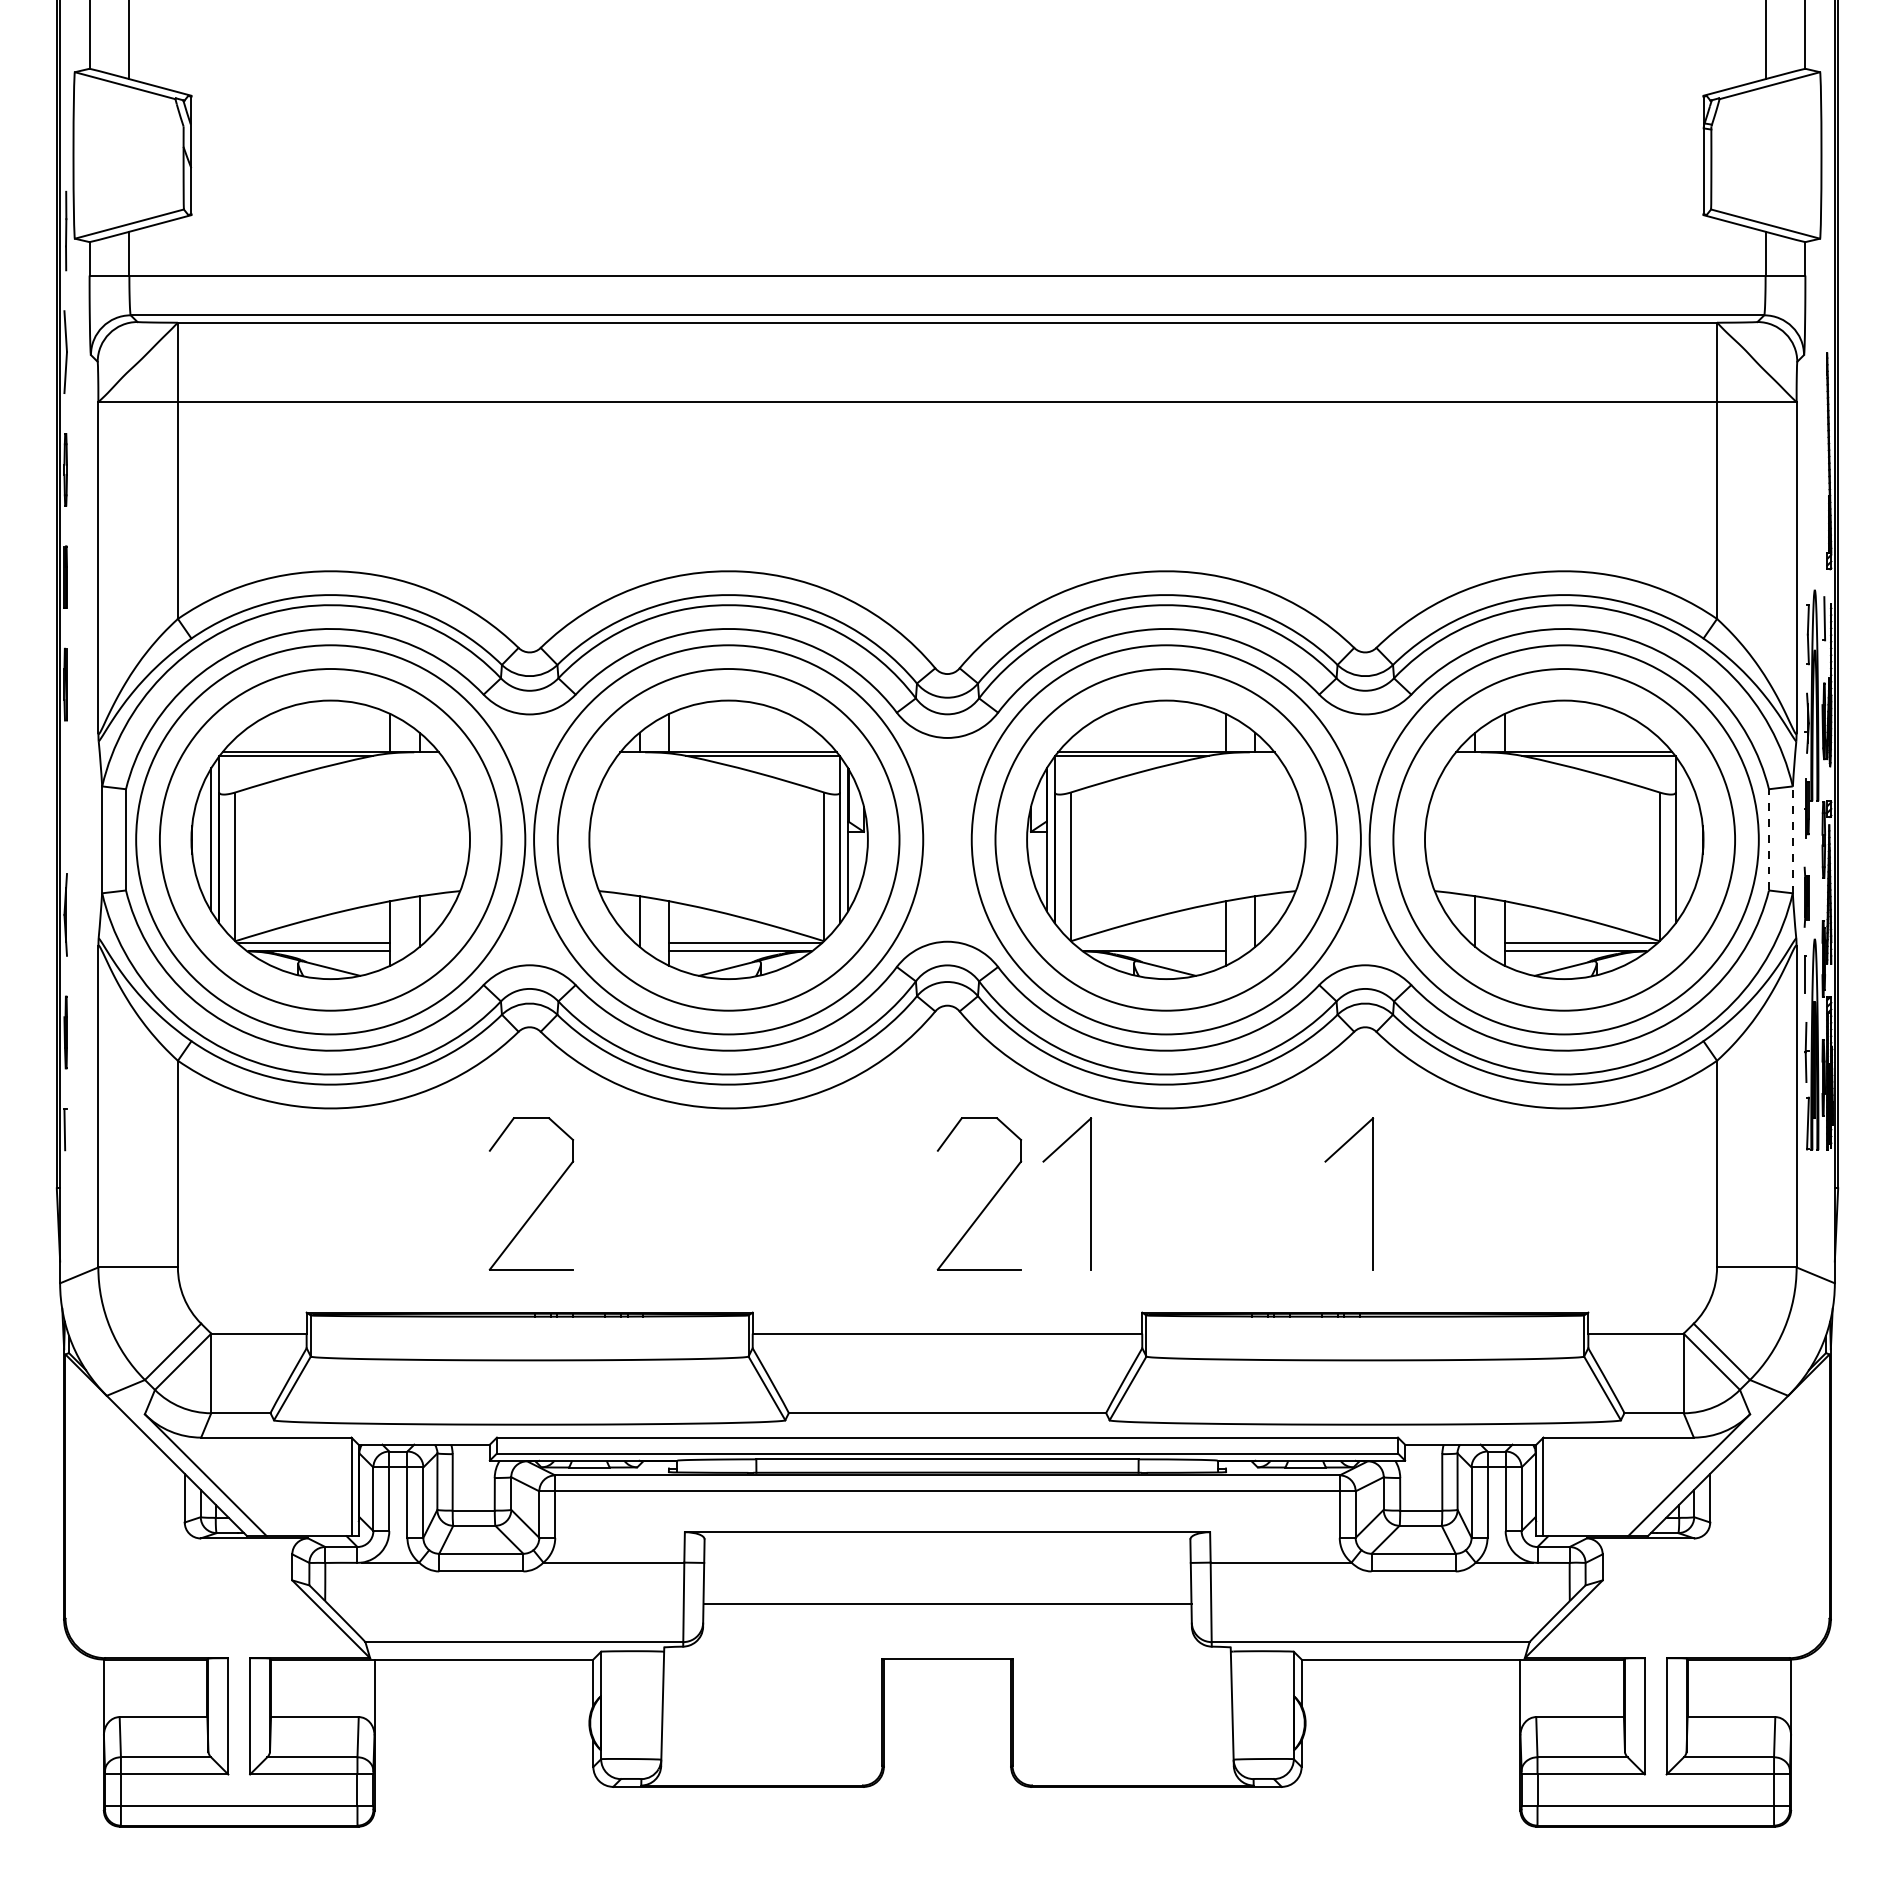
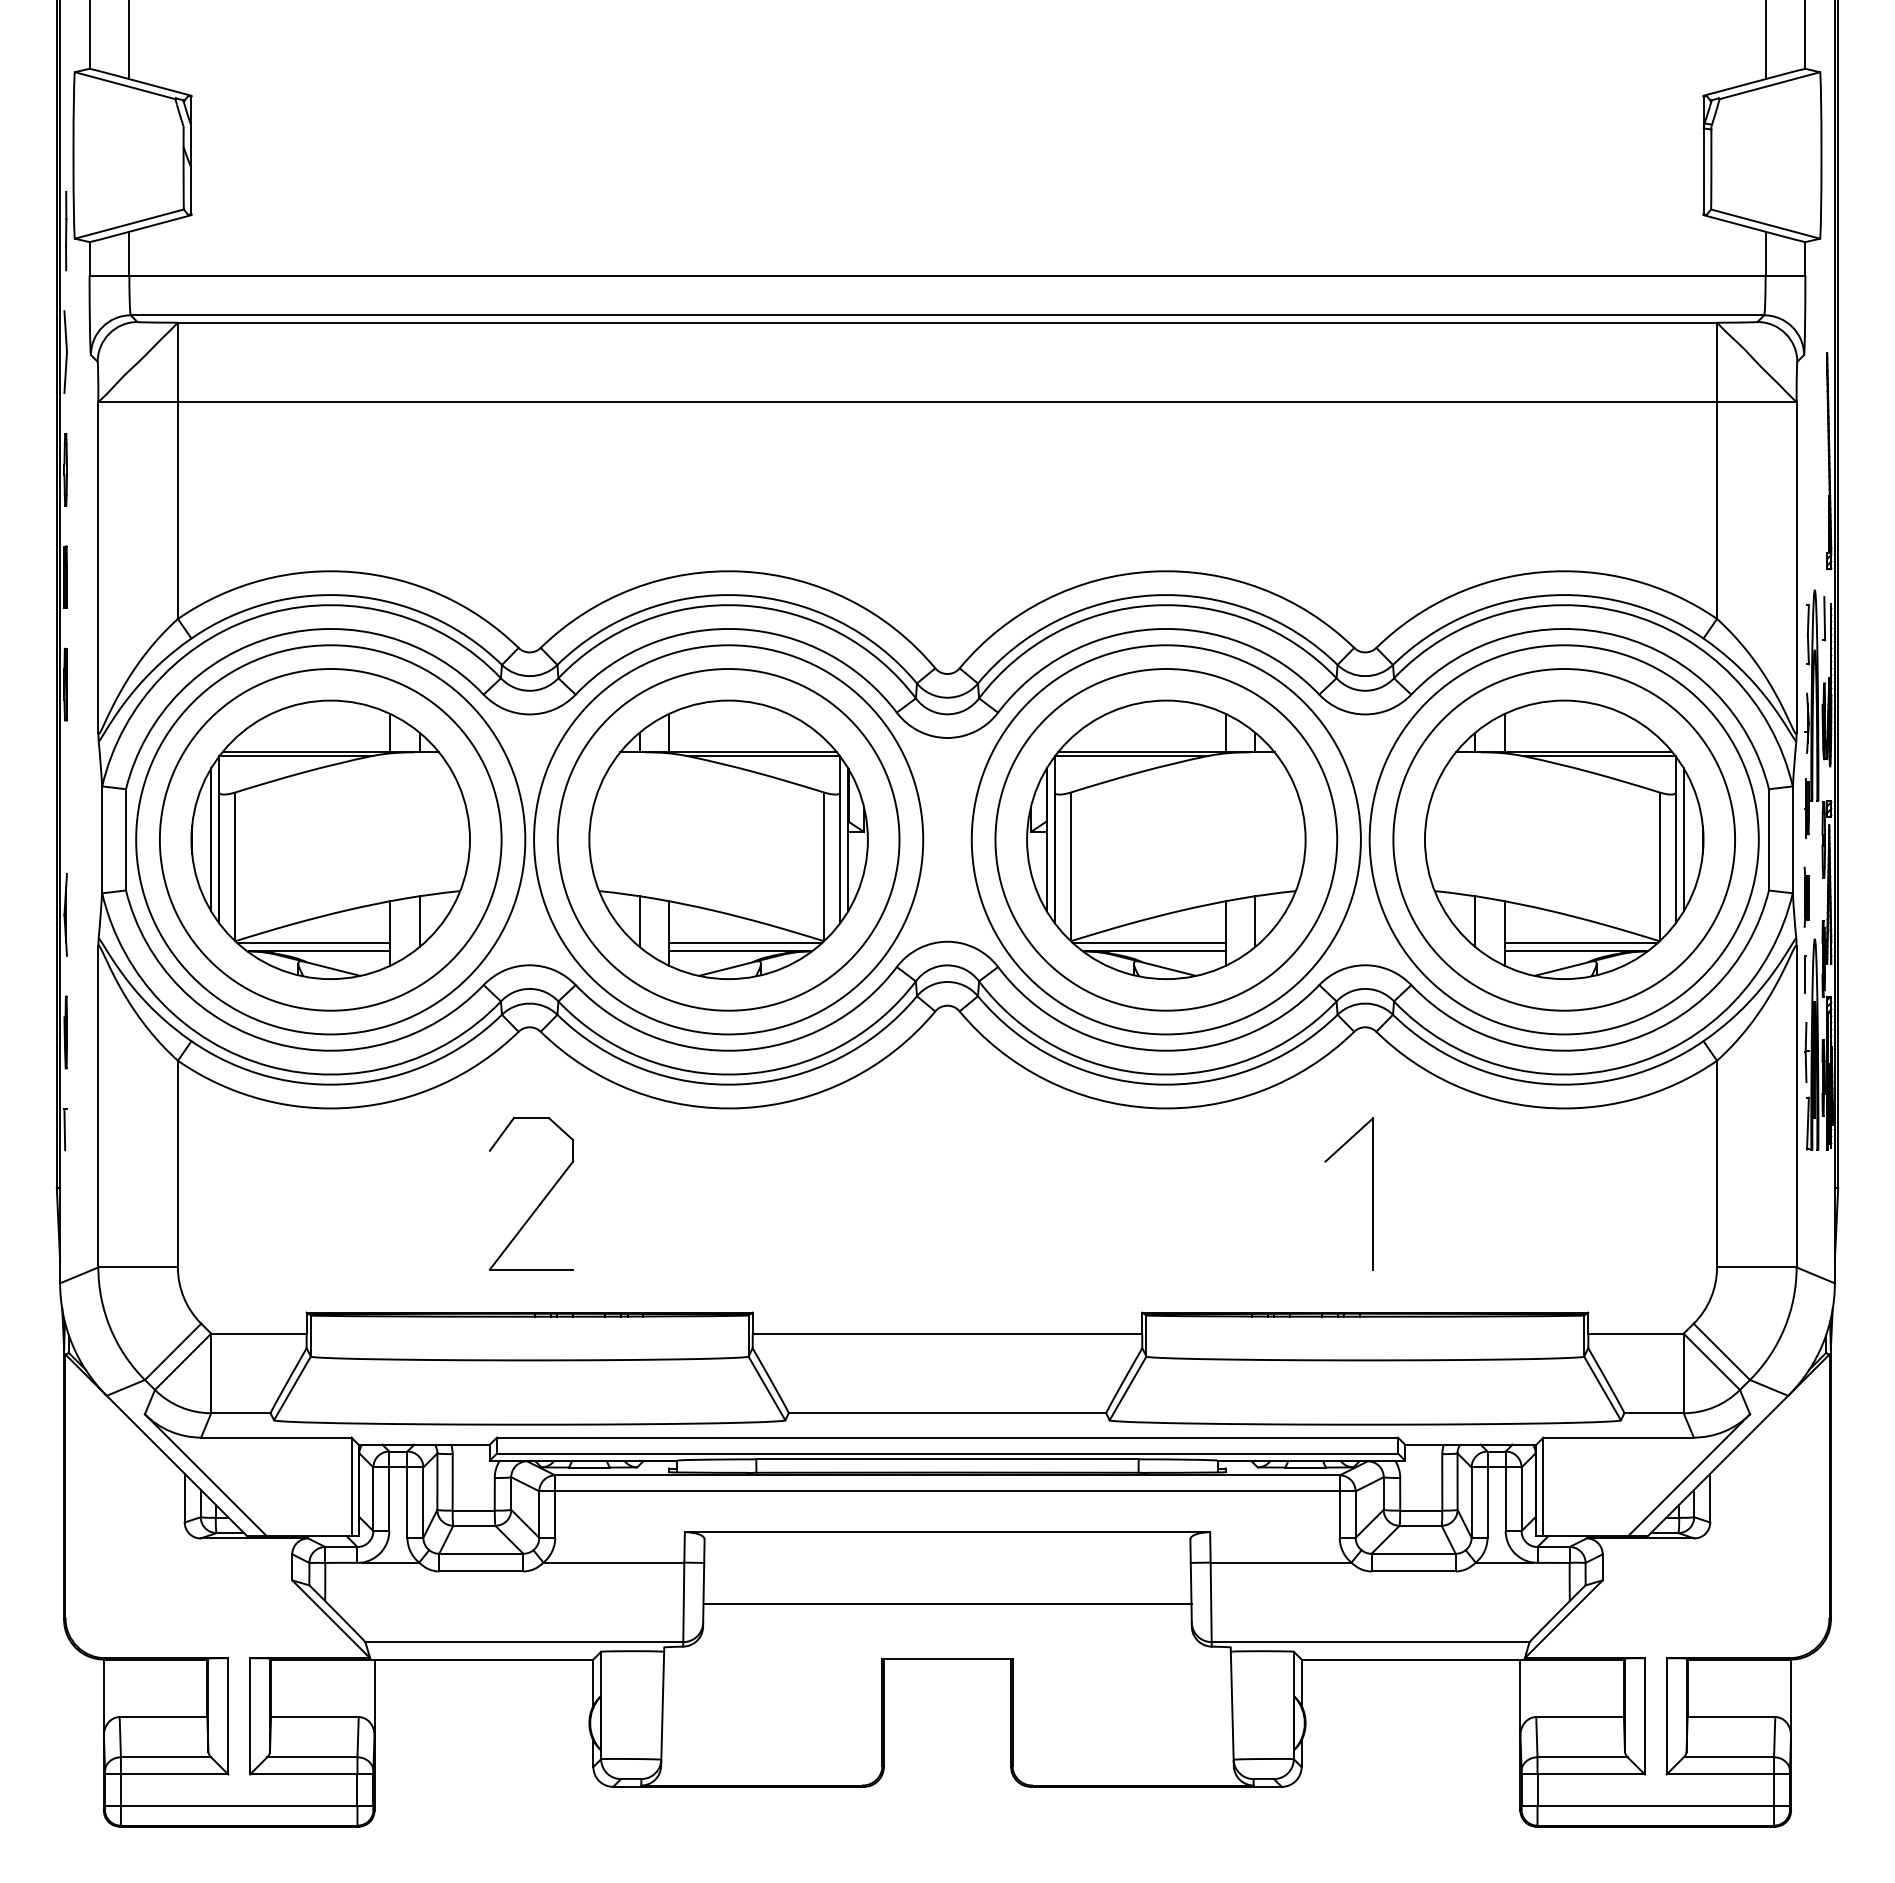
line at (1683, 839): none -> present
line at (1769, 839): dashed -> solid
line at (1792, 839): dashed -> solid
line at (1149, 943): none -> present
part at (1090, 1193): present -> none
part at (989, 1200): present -> none
